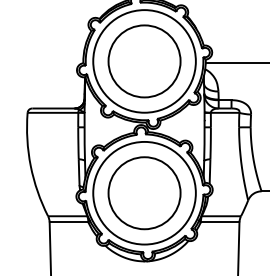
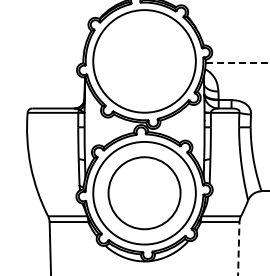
circle at (144, 61): present -> none
line at (237, 63): solid -> dashed
line at (238, 249): solid -> dashed
